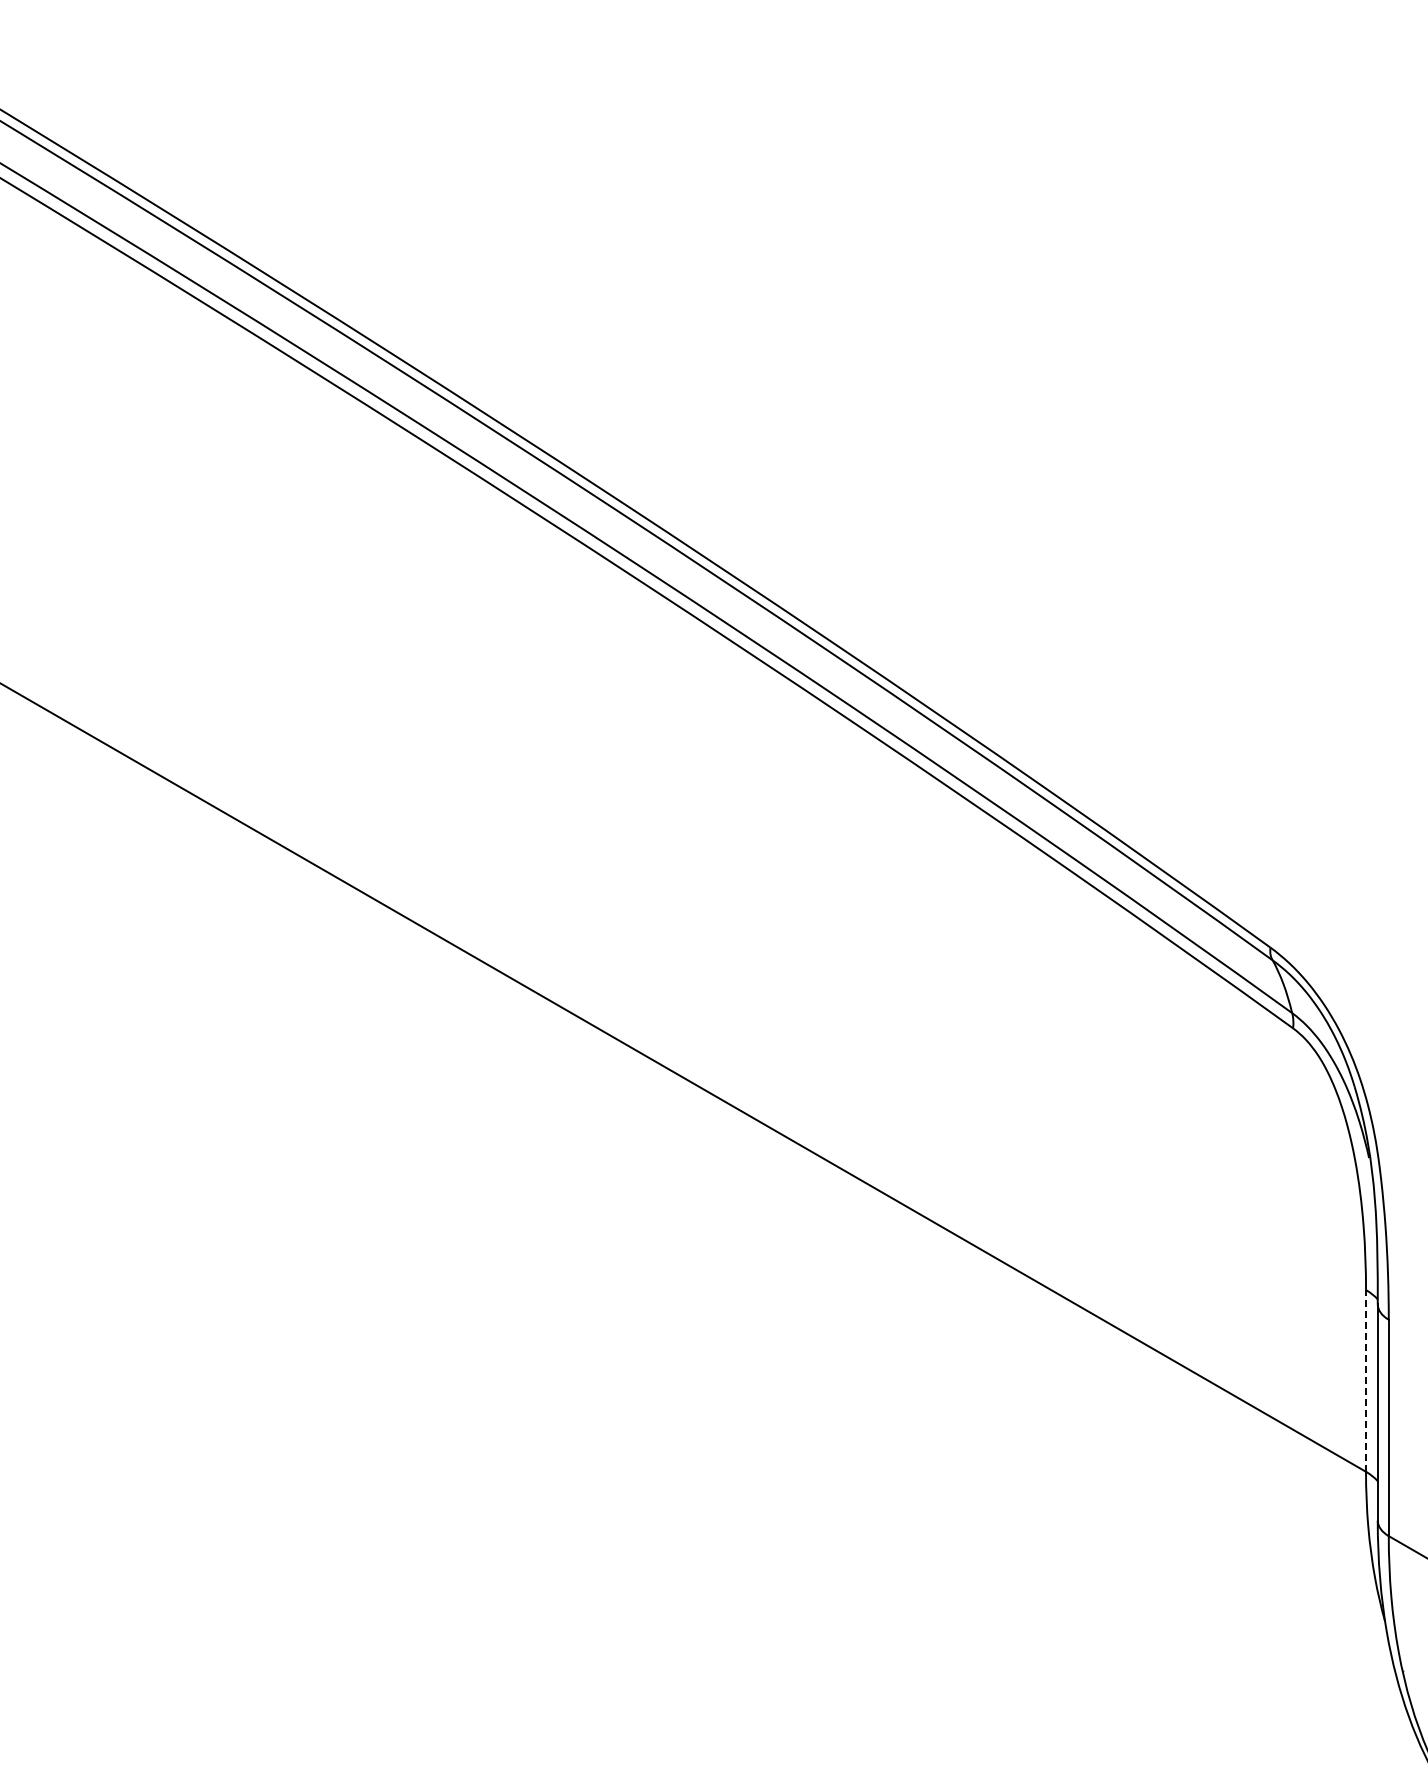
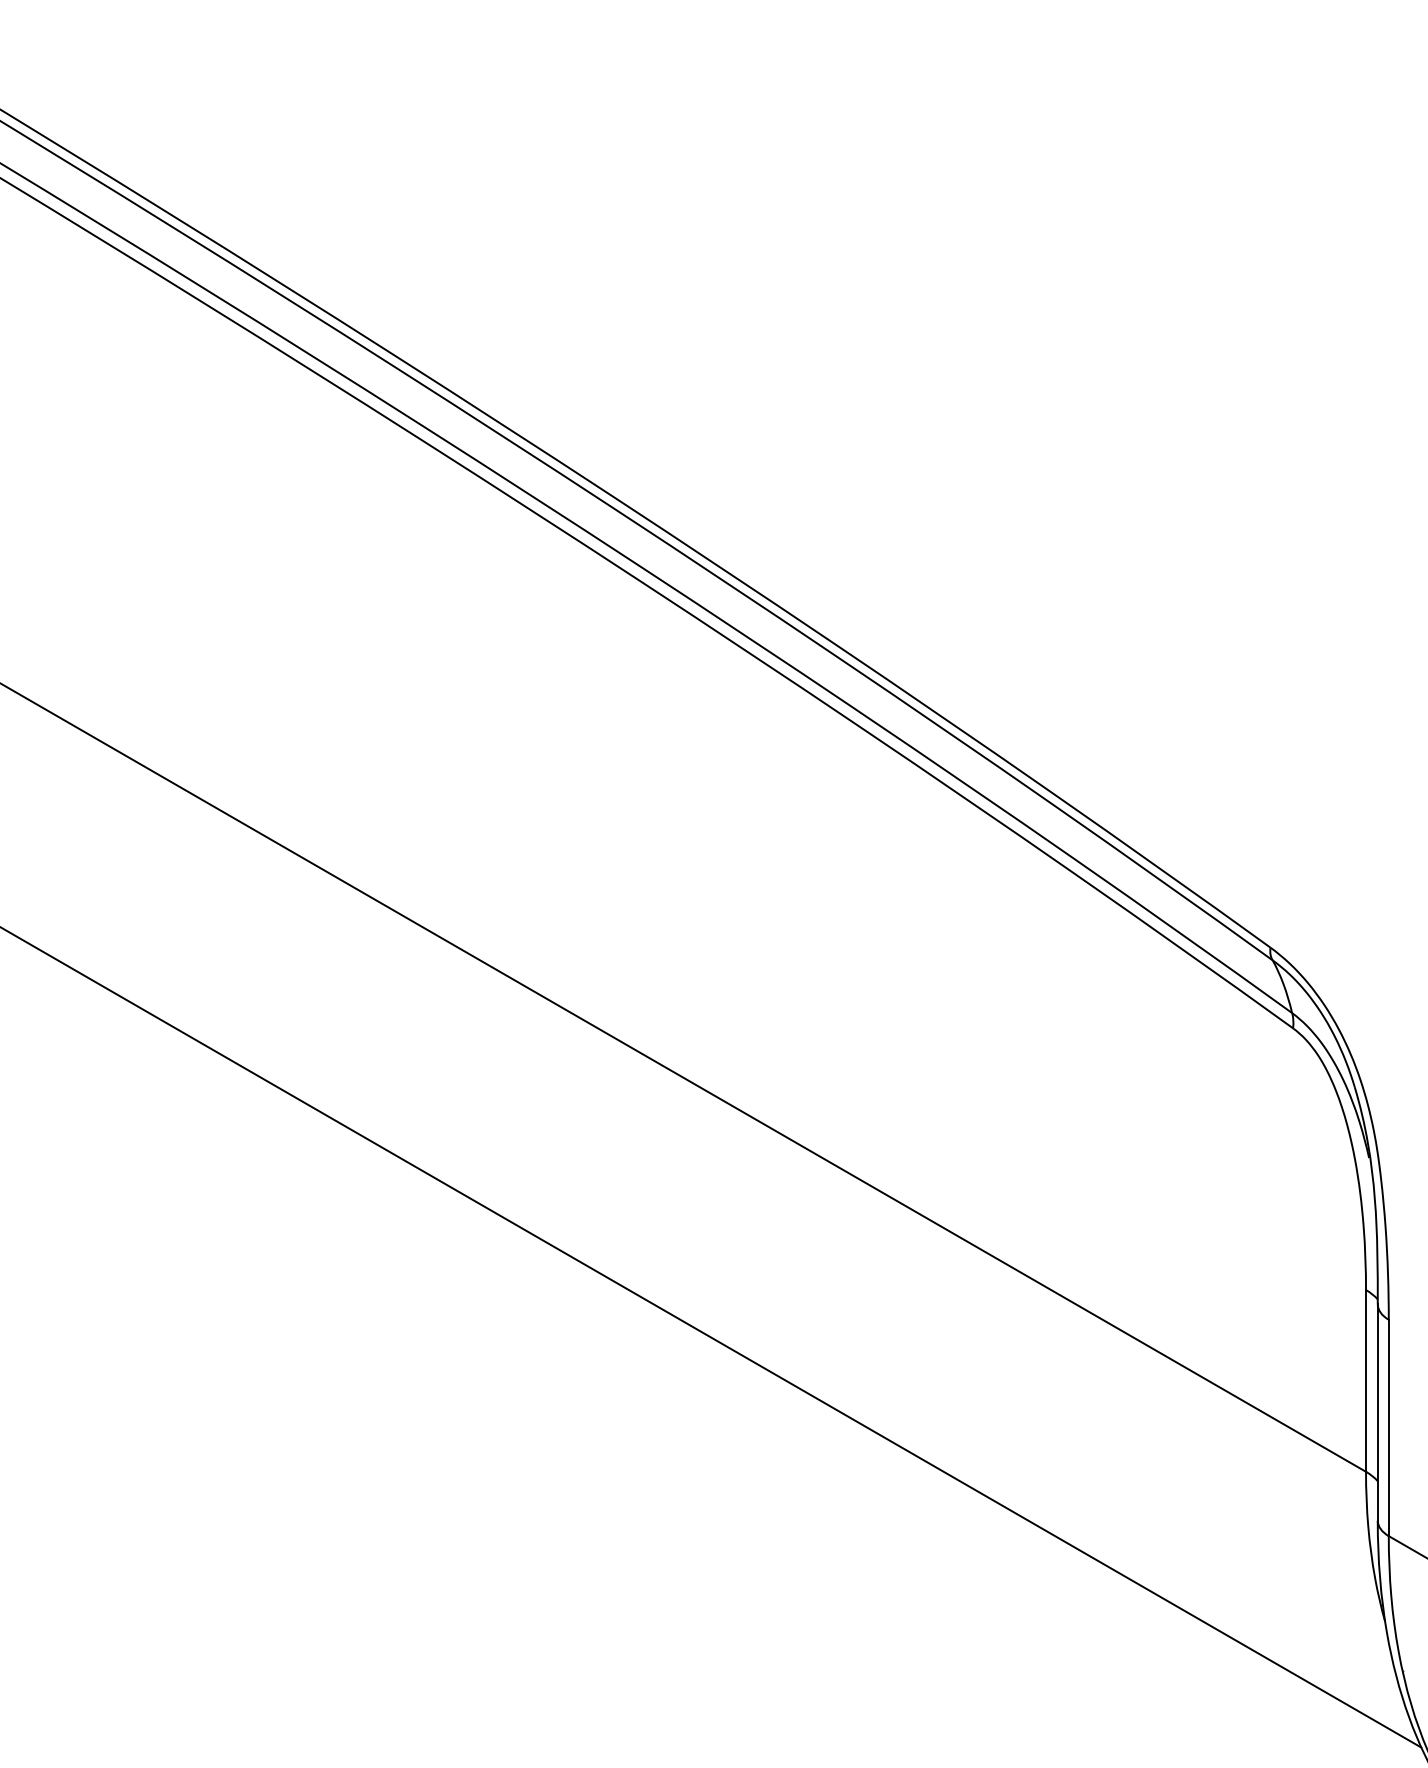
line at (711, 1337): none -> present
line at (1366, 1380): dashed -> solid
